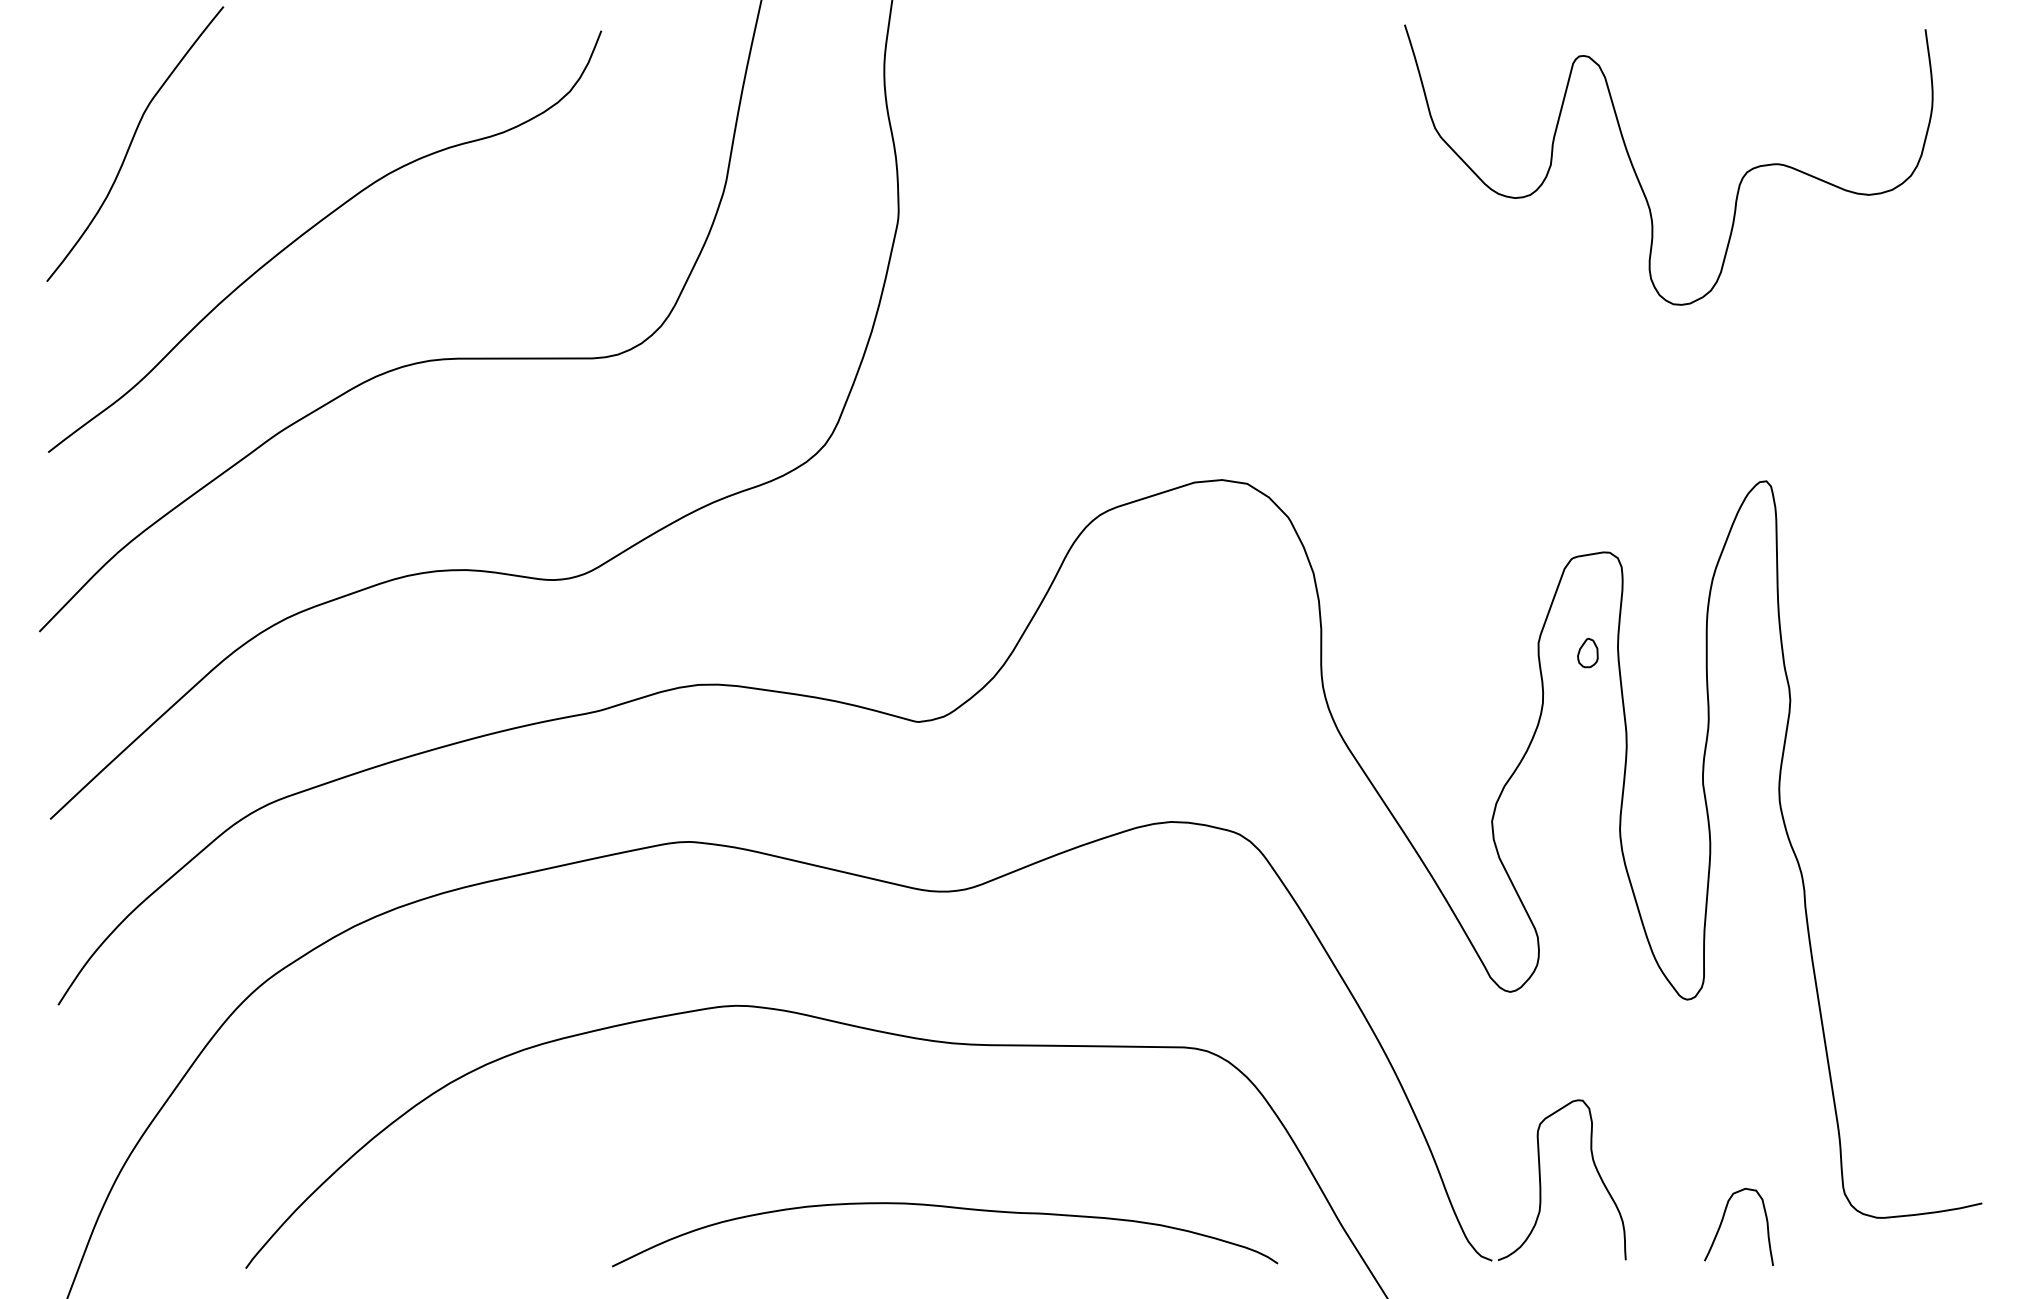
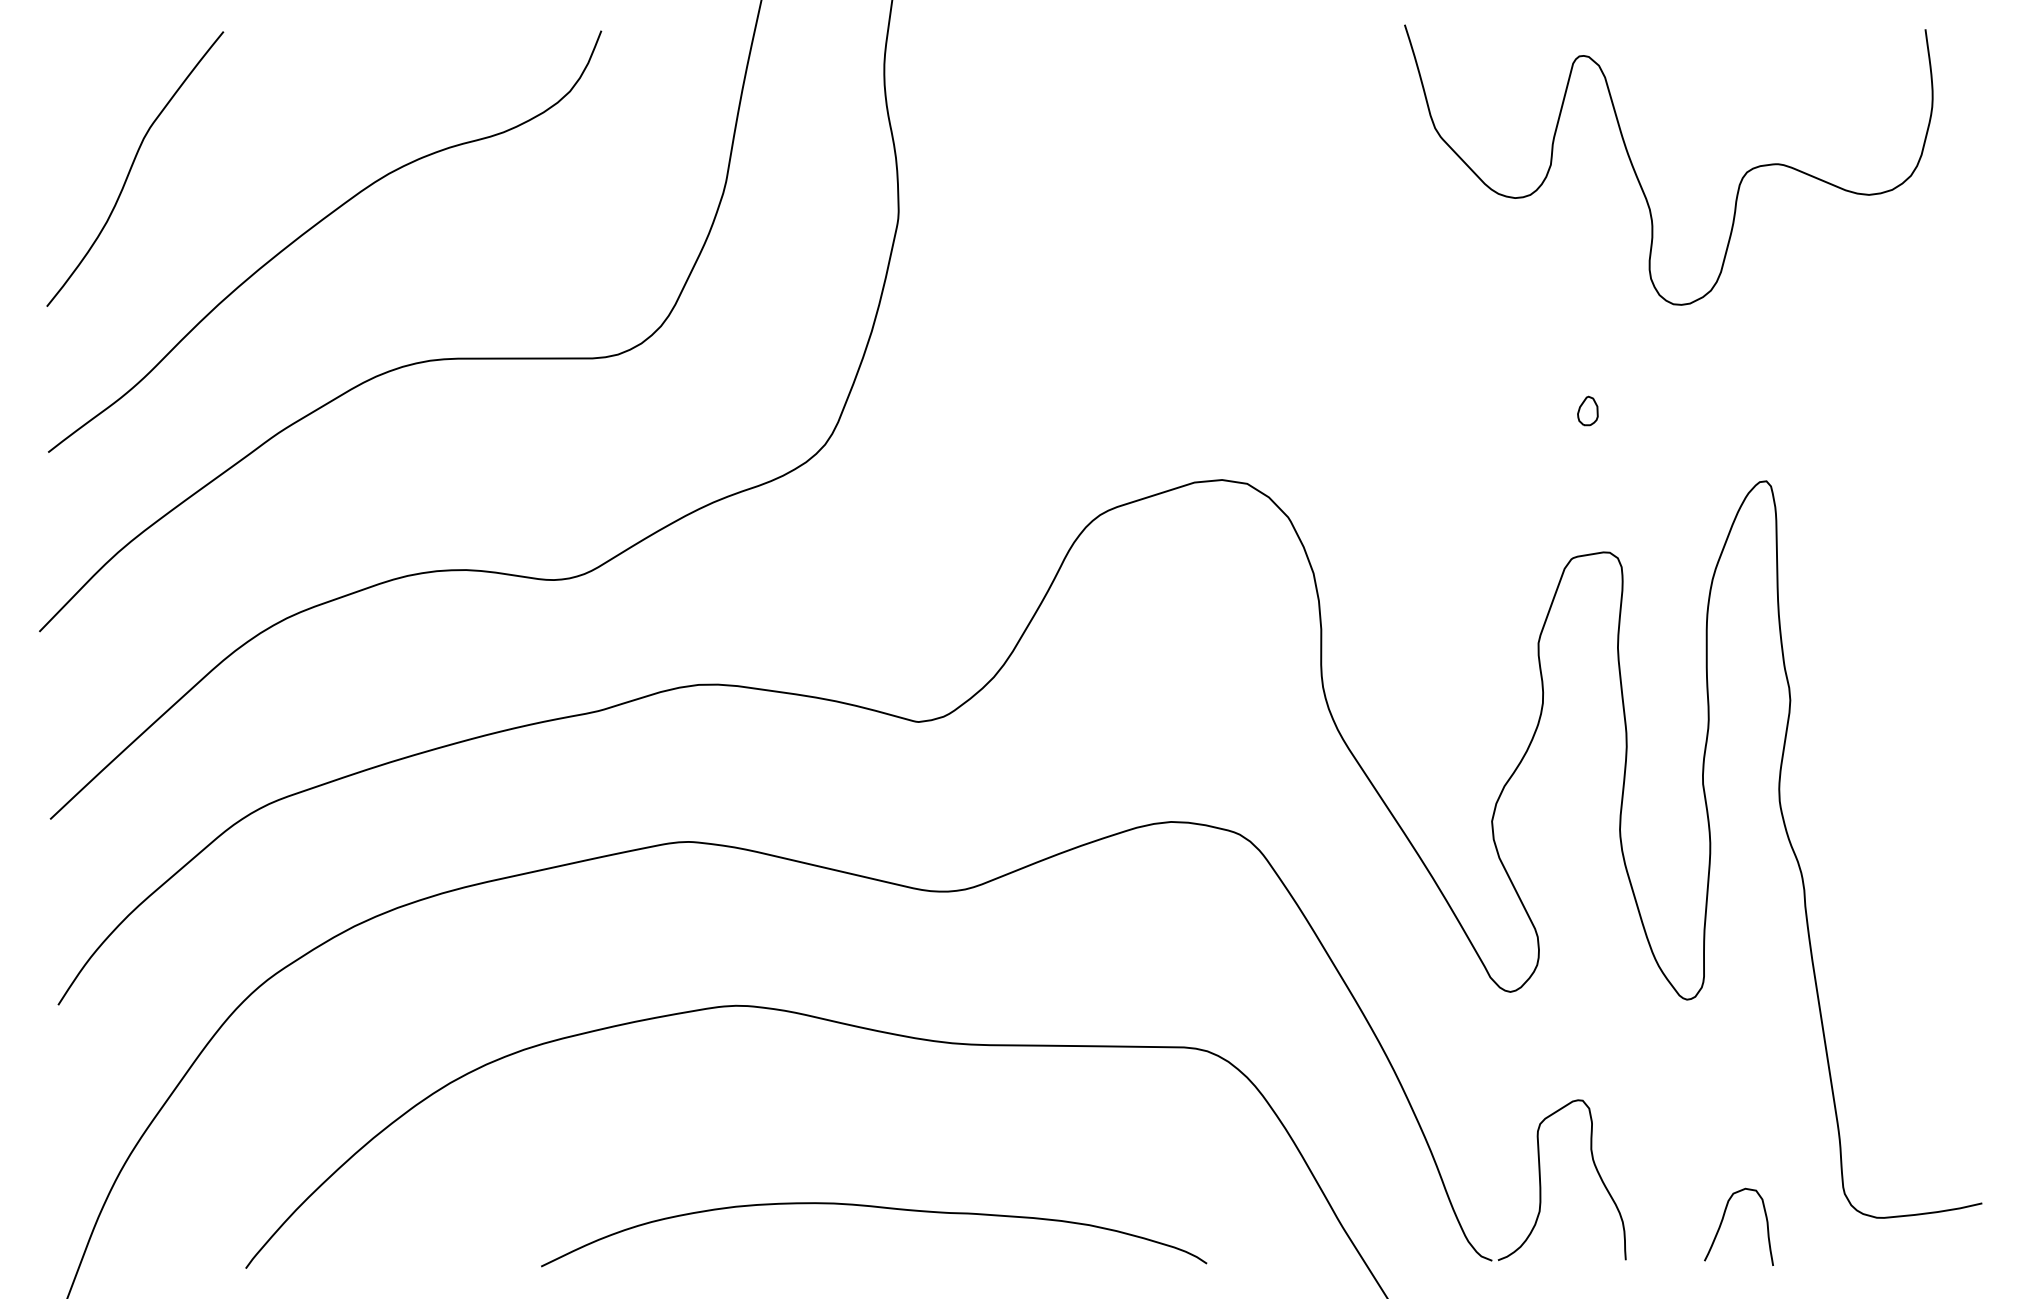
curve at (132, 142) position: (132, 142) -> (132, 167)
part at (1587, 652) position: (1587, 652) -> (1587, 410)
curve at (950, 1208) position: (950, 1208) -> (879, 1208)
